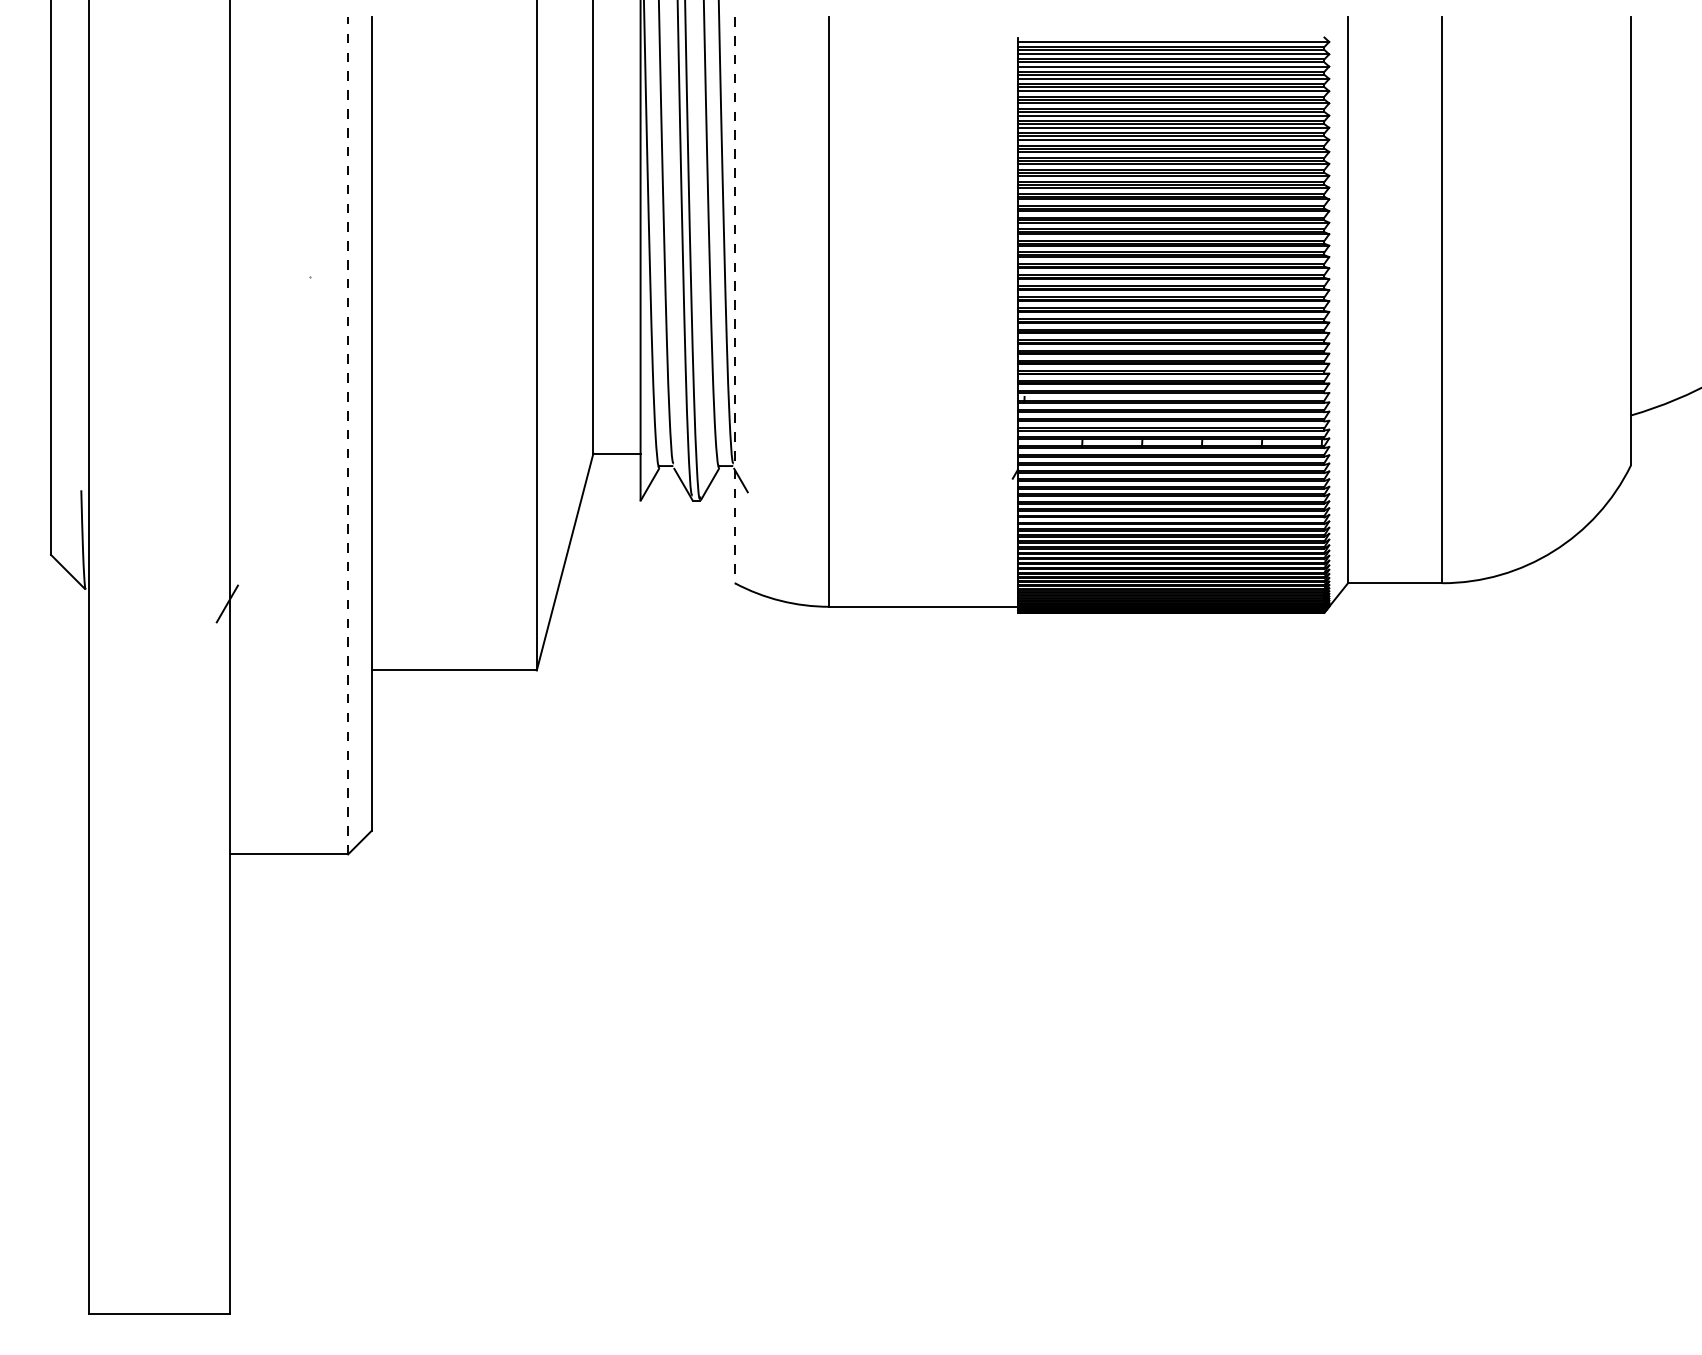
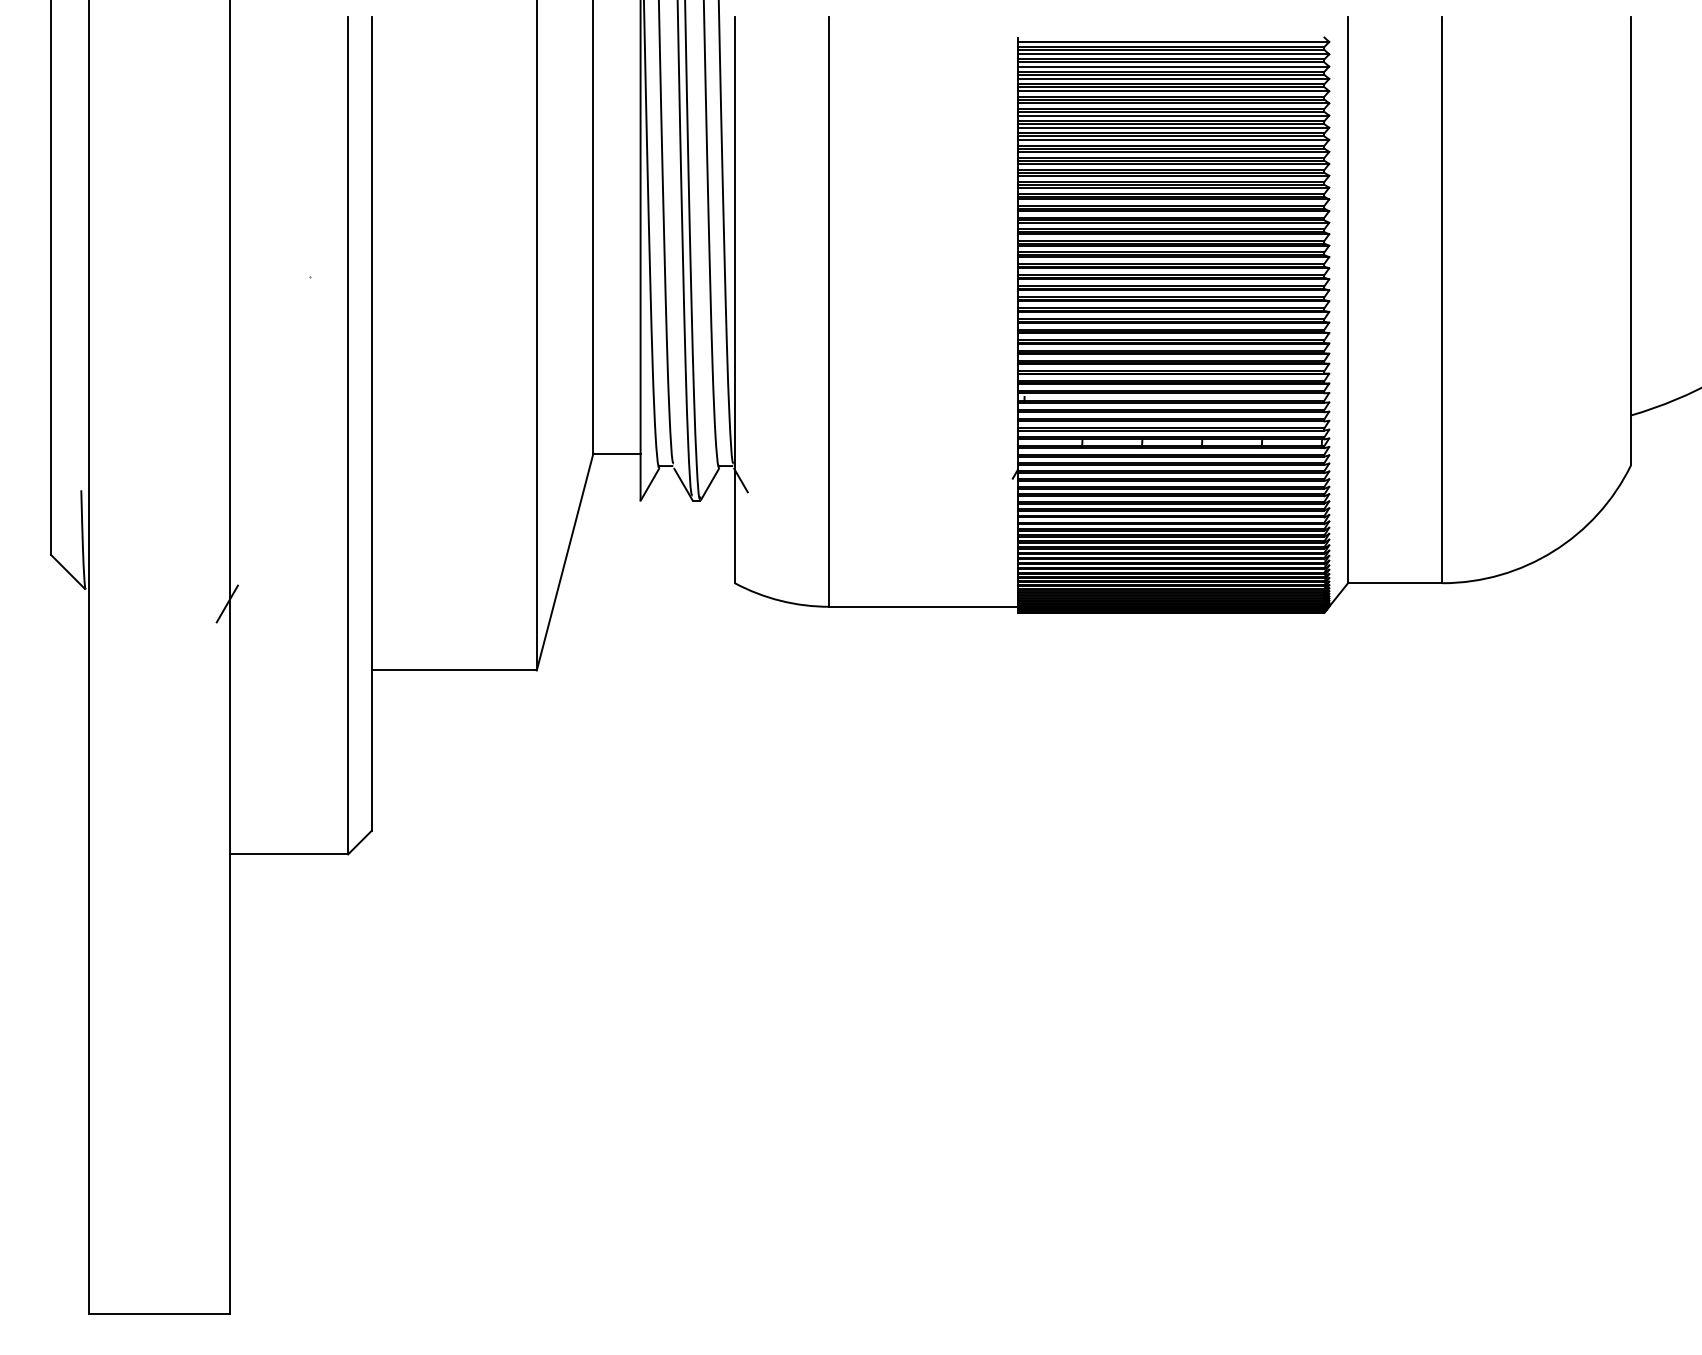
line at (734, 300): dashed -> solid
line at (348, 435): dashed -> solid
